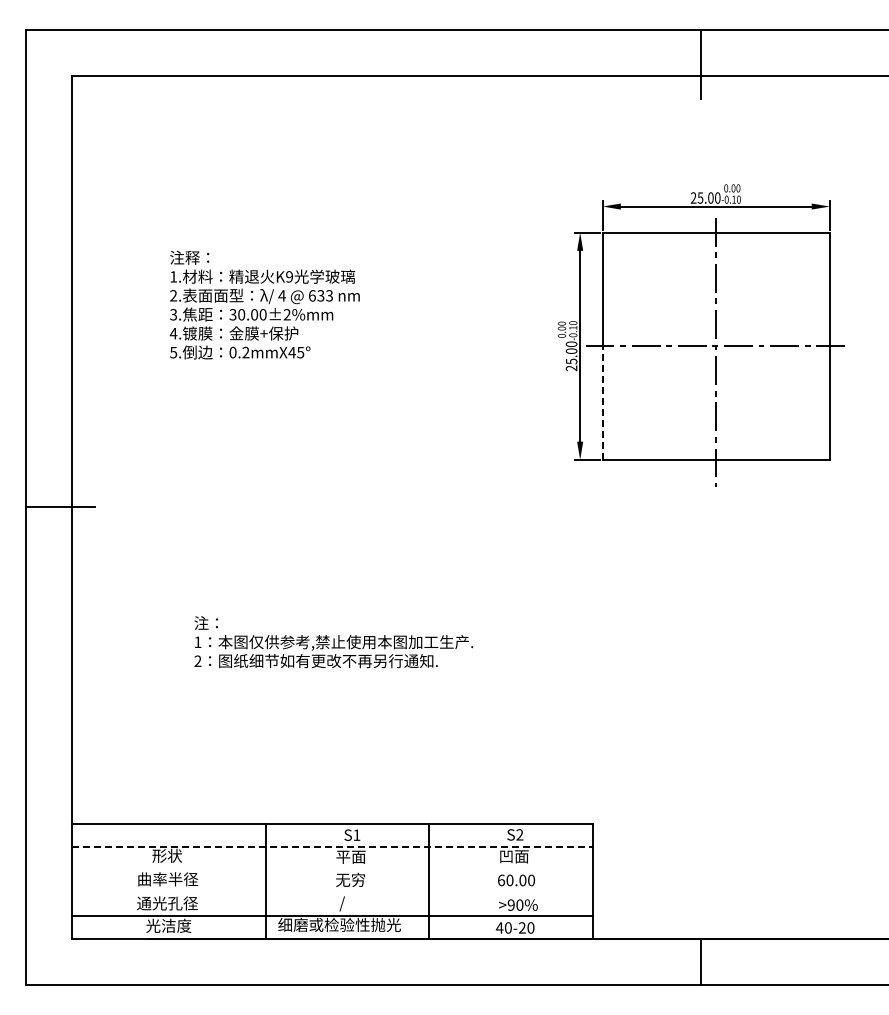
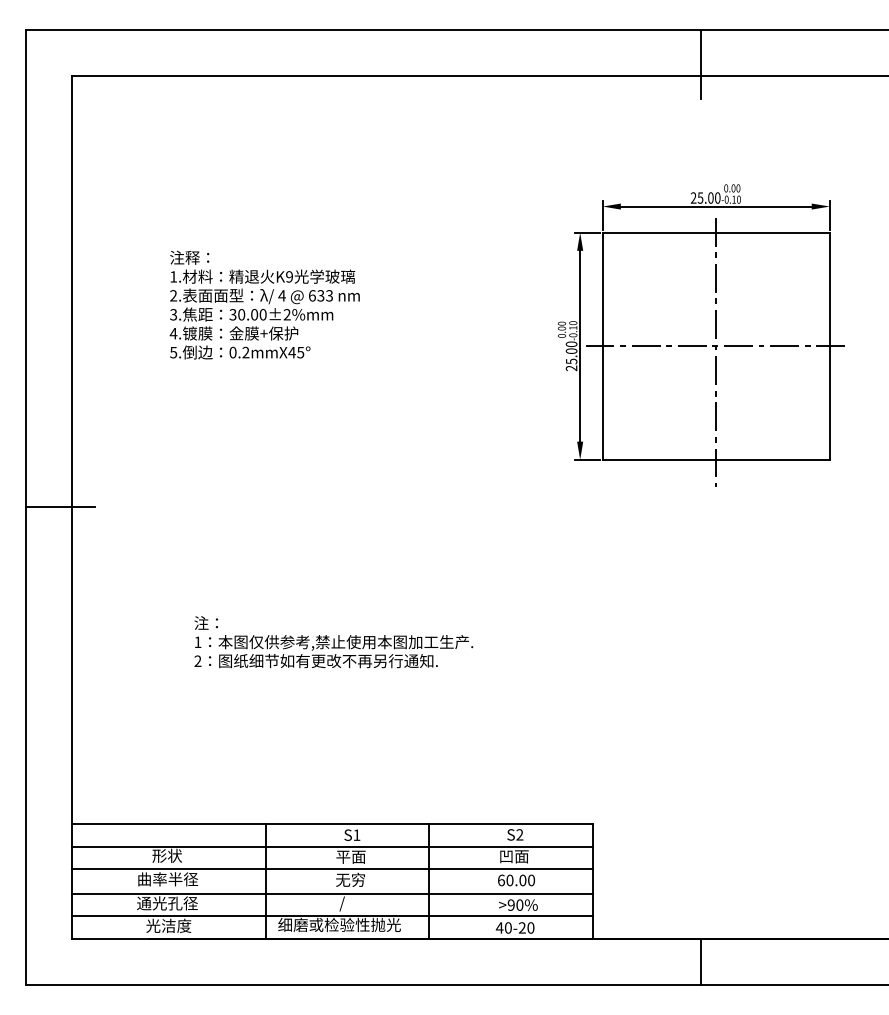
line at (602, 403): dashed -> solid
line at (332, 846): dashed -> solid
line at (331, 869): none -> present
line at (331, 893): none -> present
